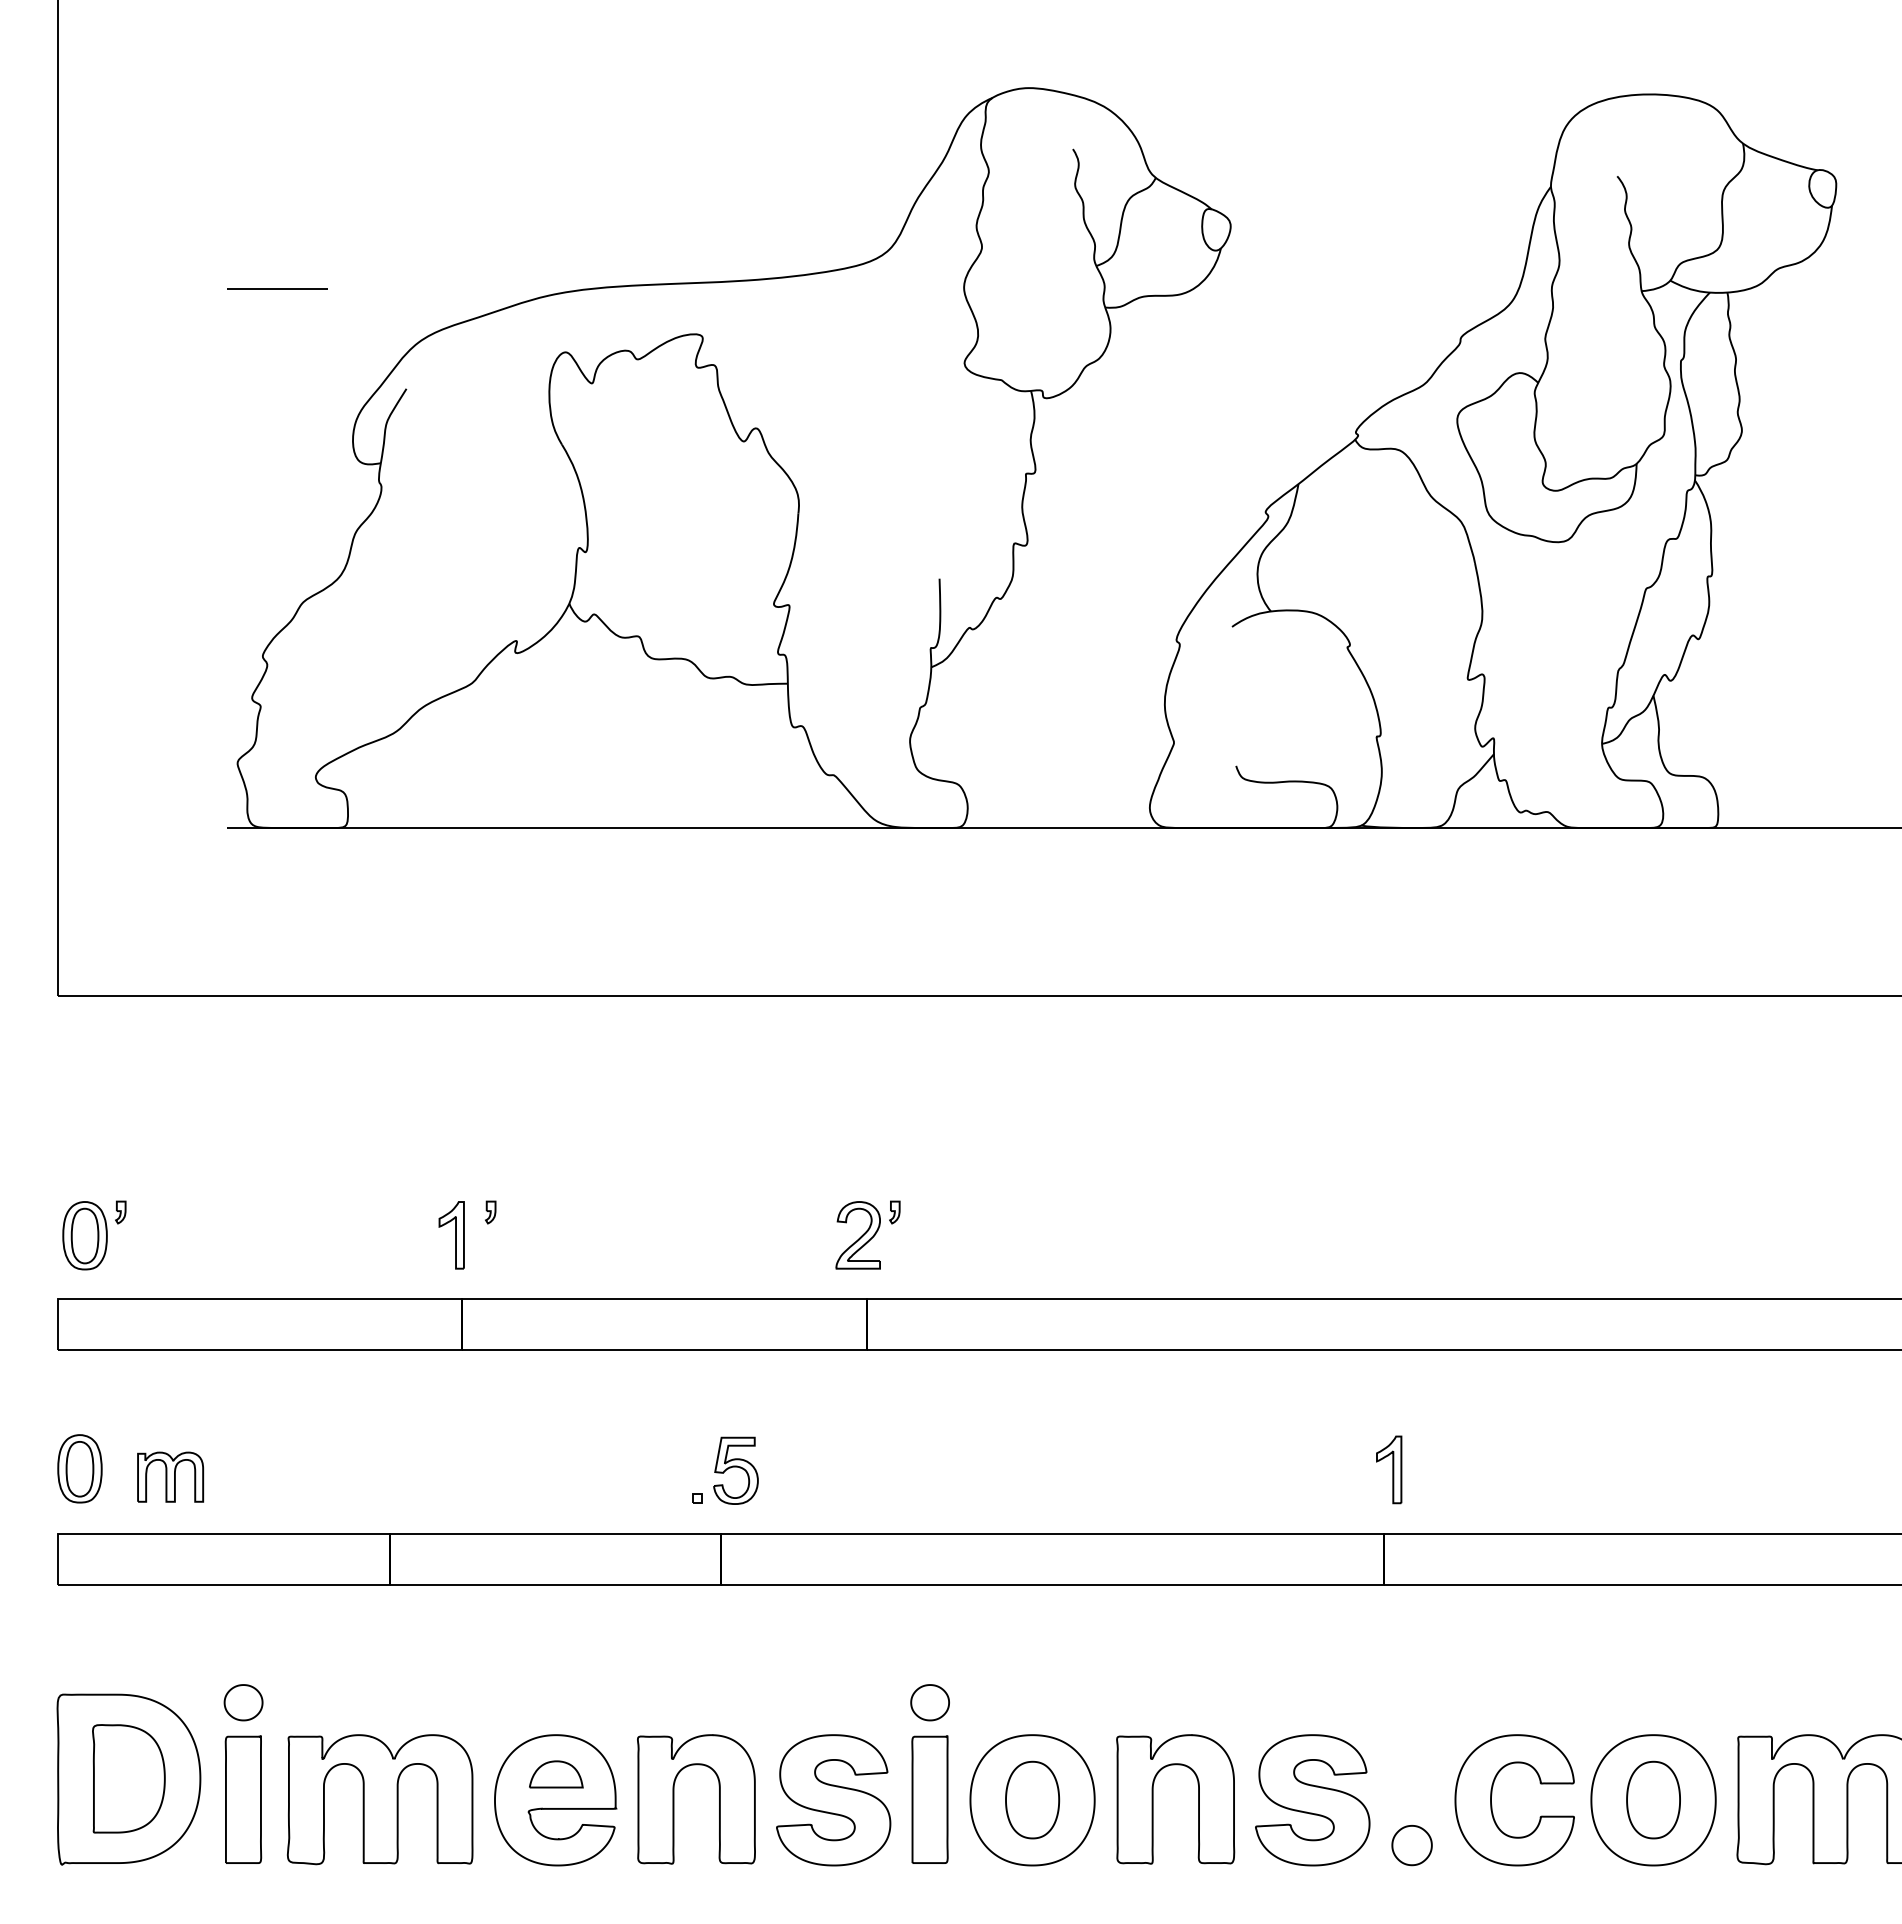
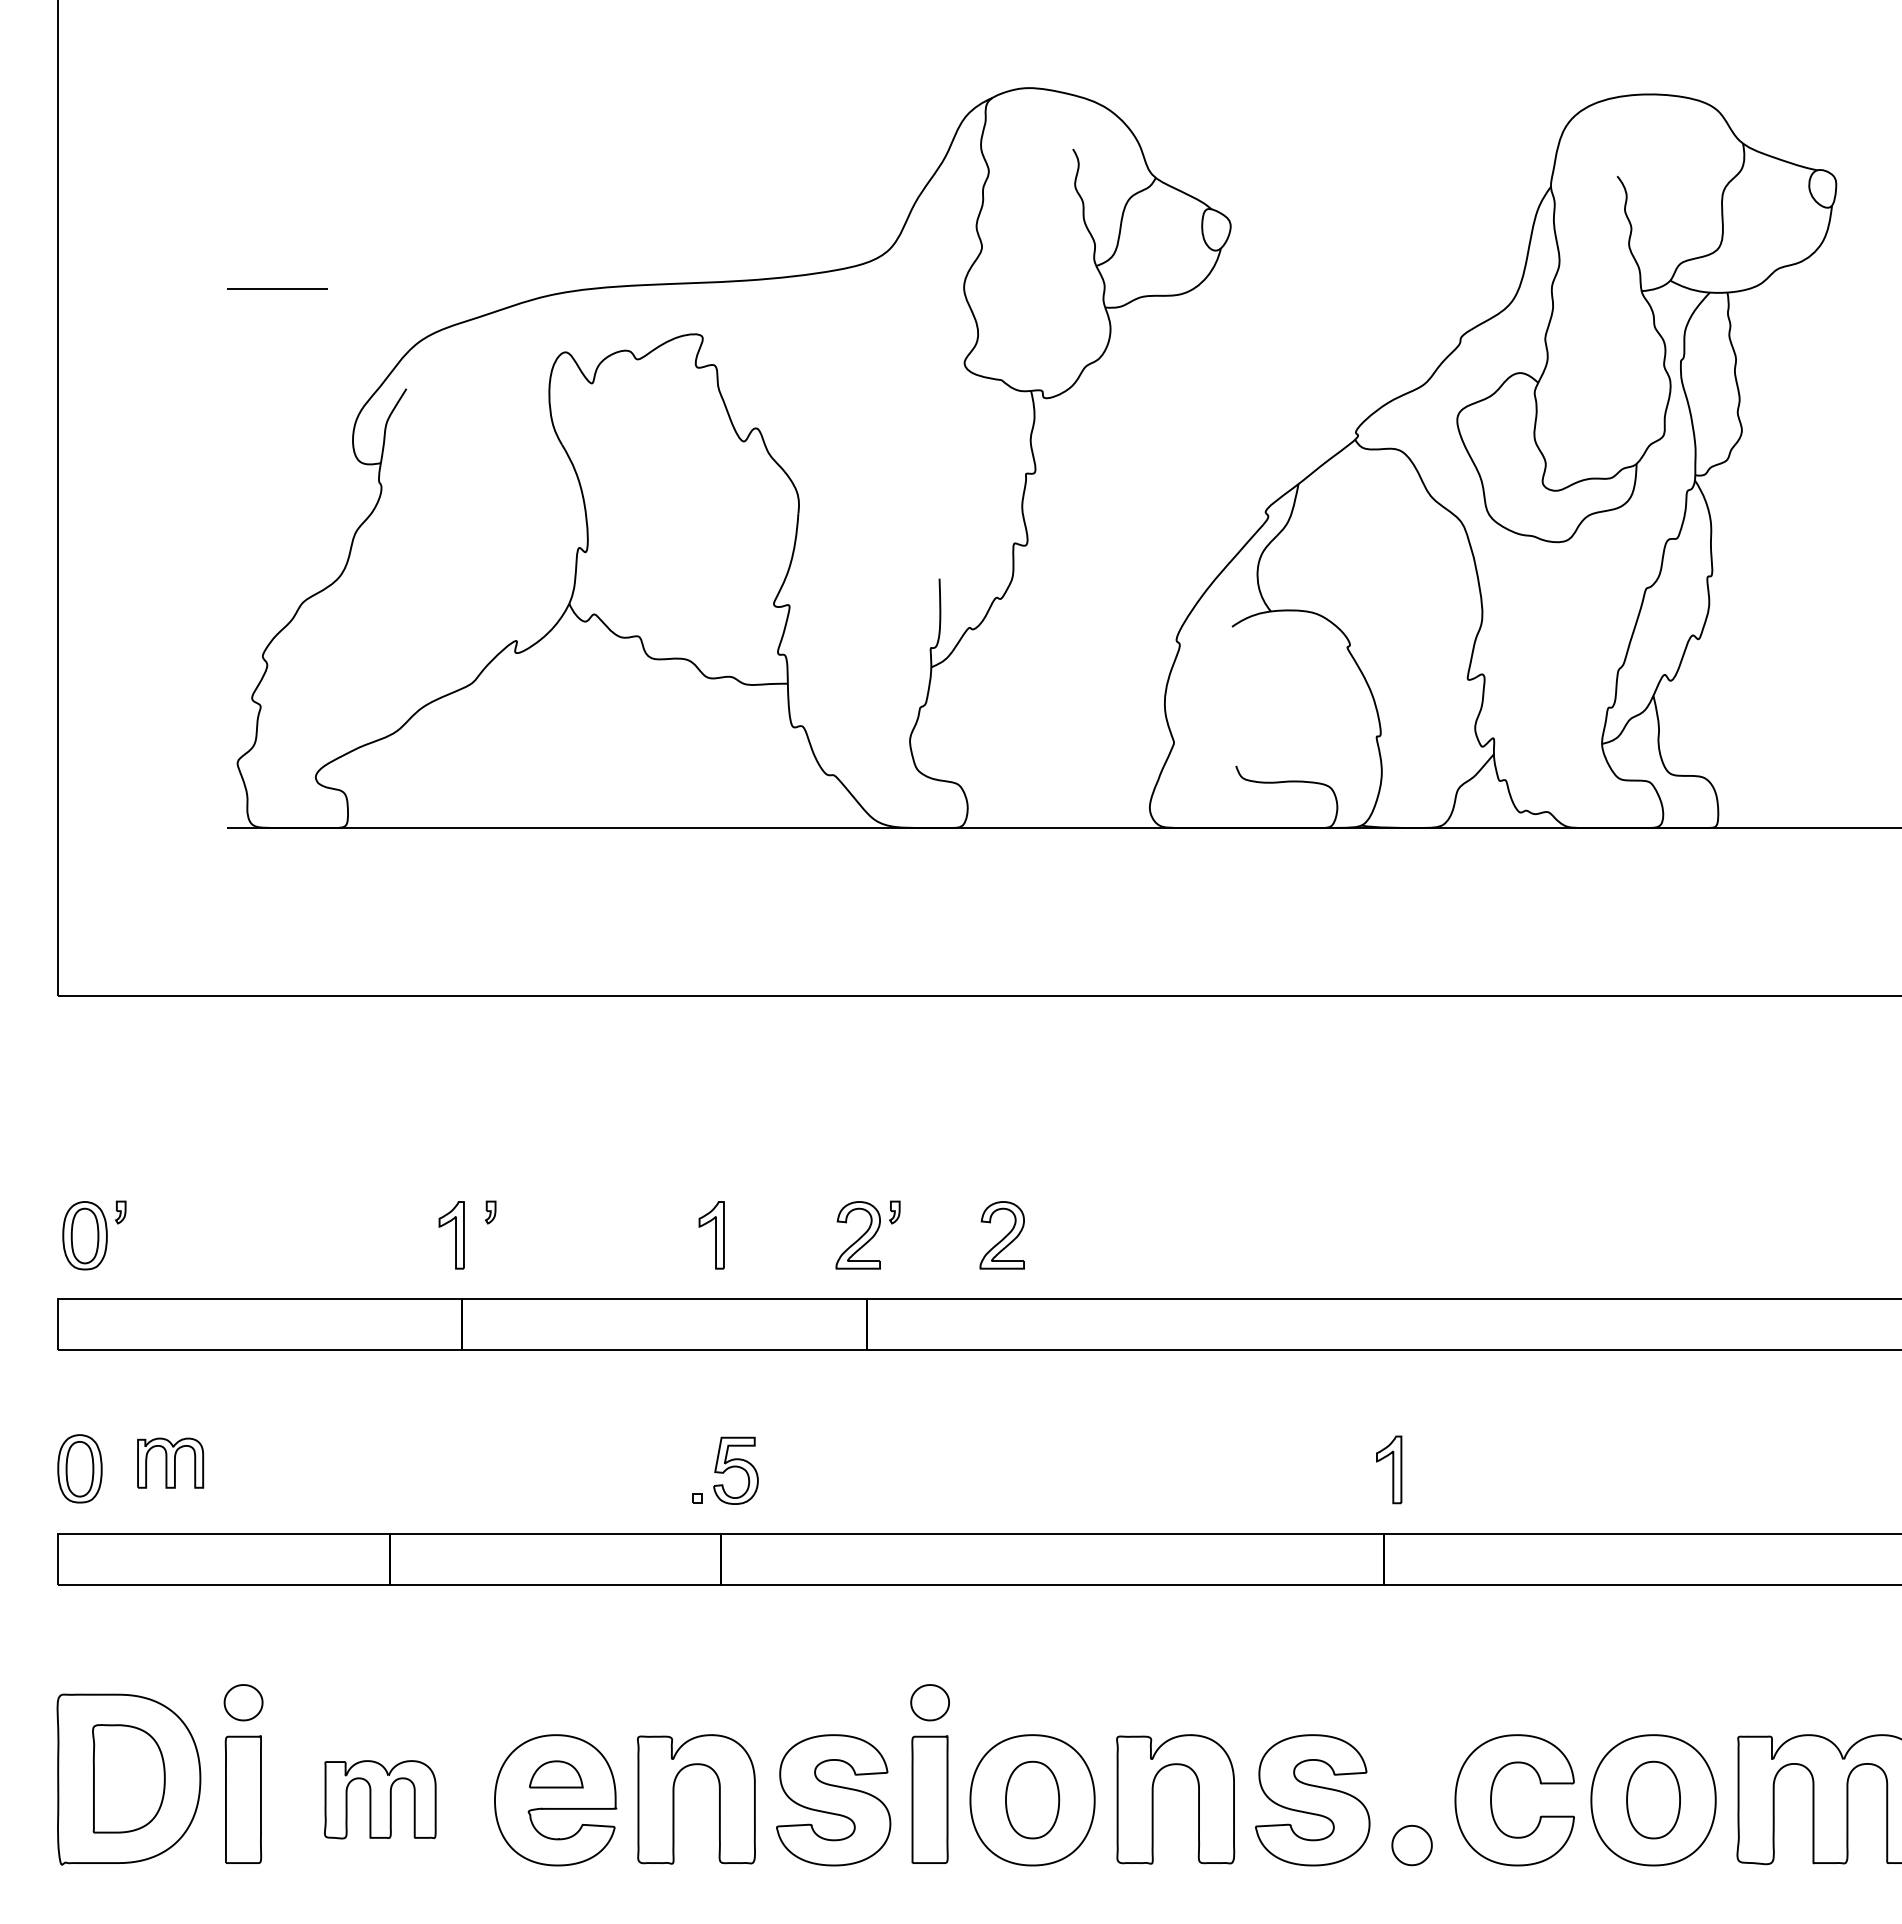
part at (711, 1235): none -> present
part at (1001, 1235): none -> present
part at (170, 1476) position: (170, 1476) -> (170, 1462)
part at (380, 1799) size: 187x132 px -> 113x80 px
